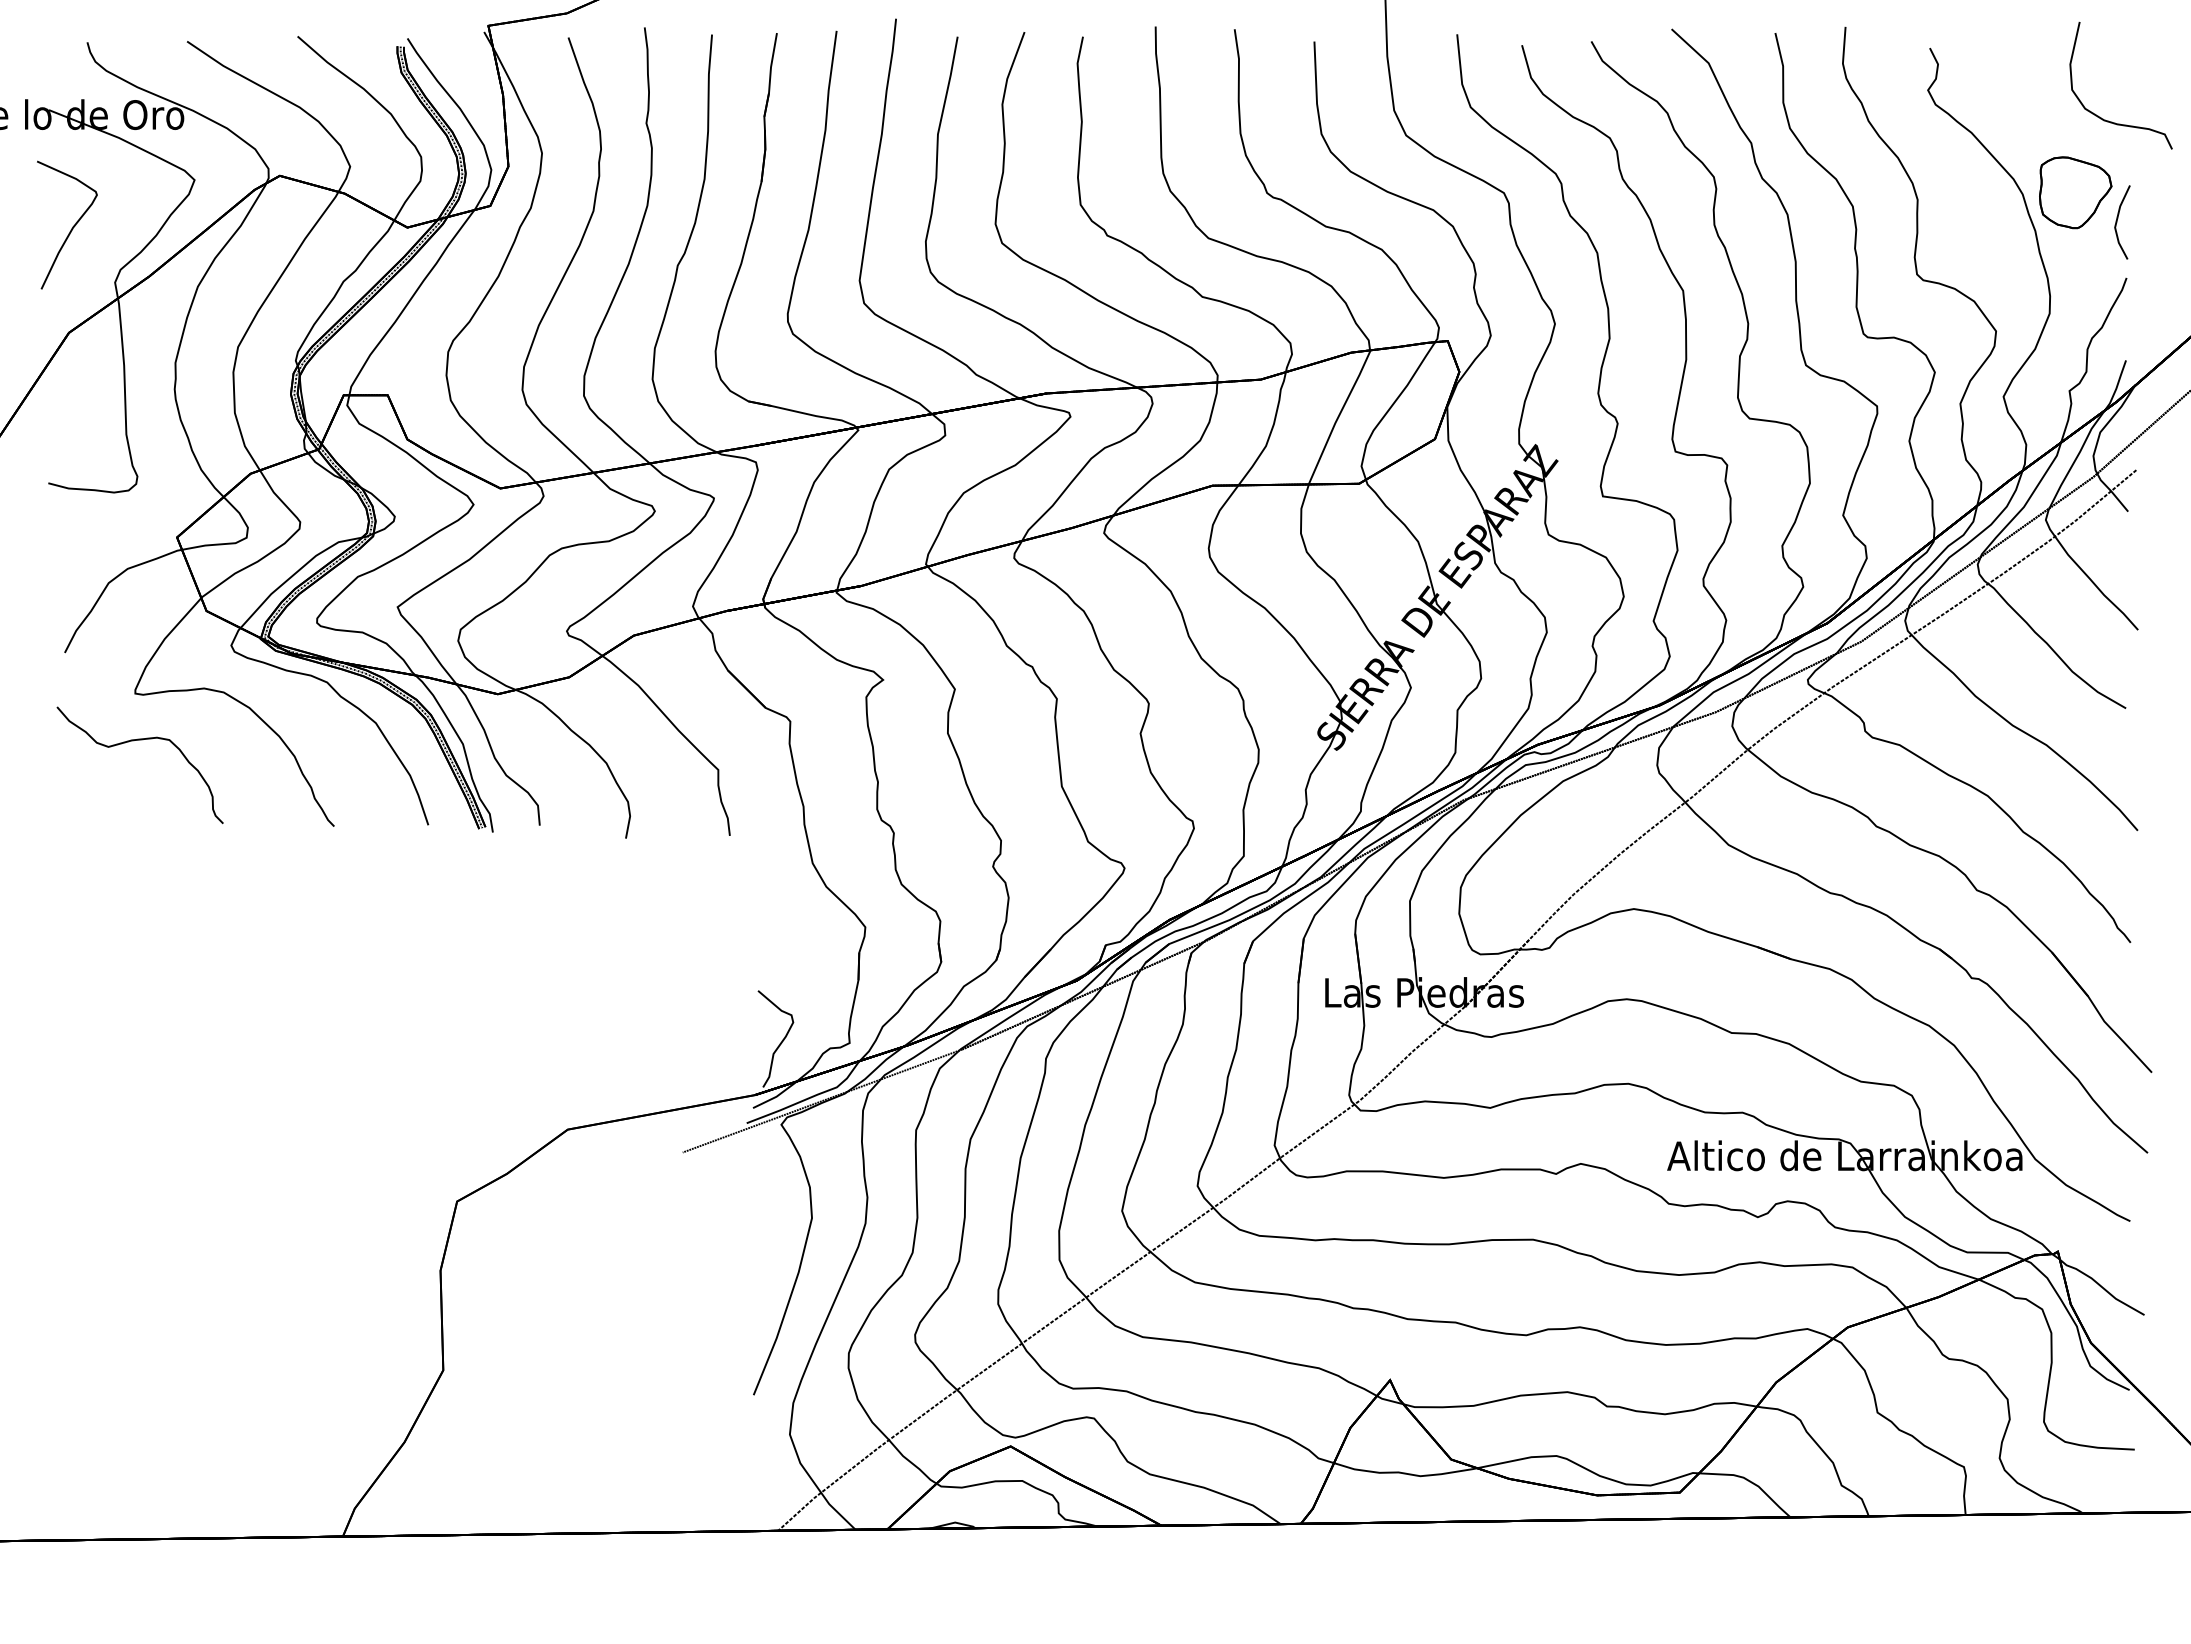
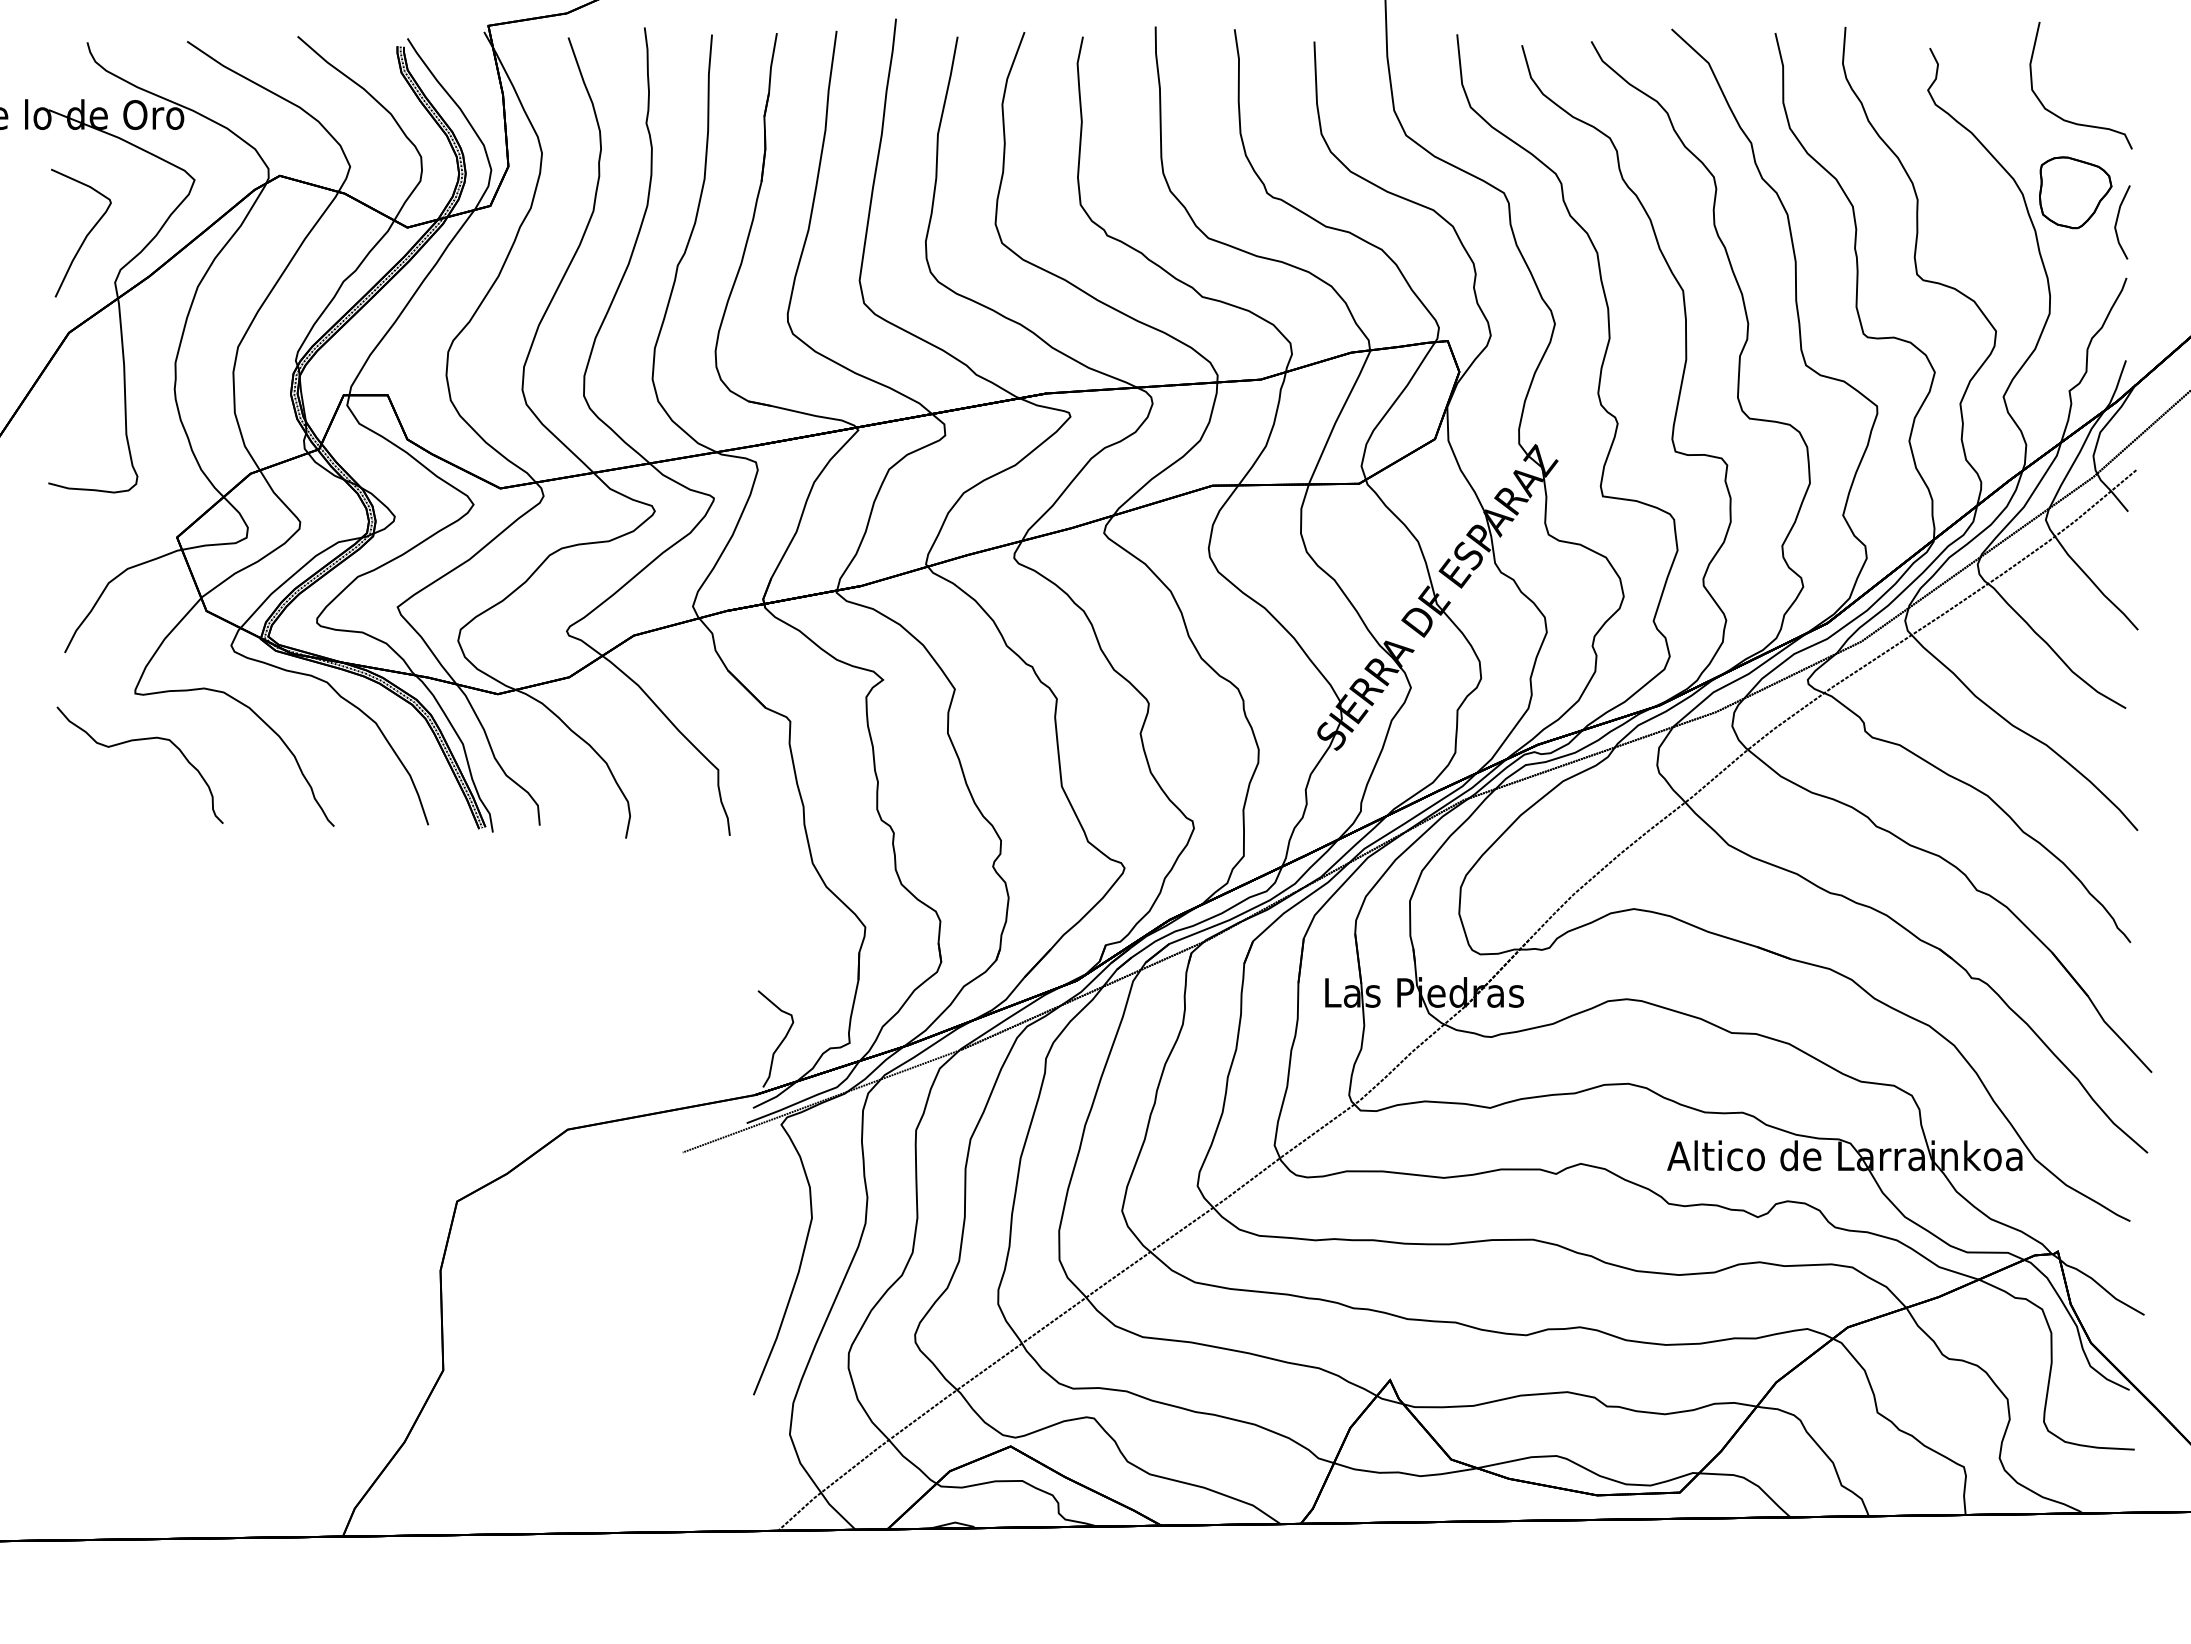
curve at (2112, 121) position: (2112, 121) -> (2072, 121)
part at (67, 224) position: (67, 224) -> (81, 232)
